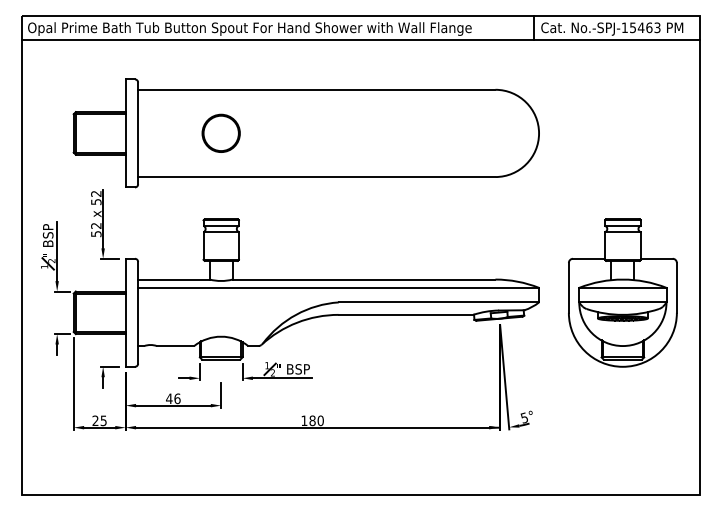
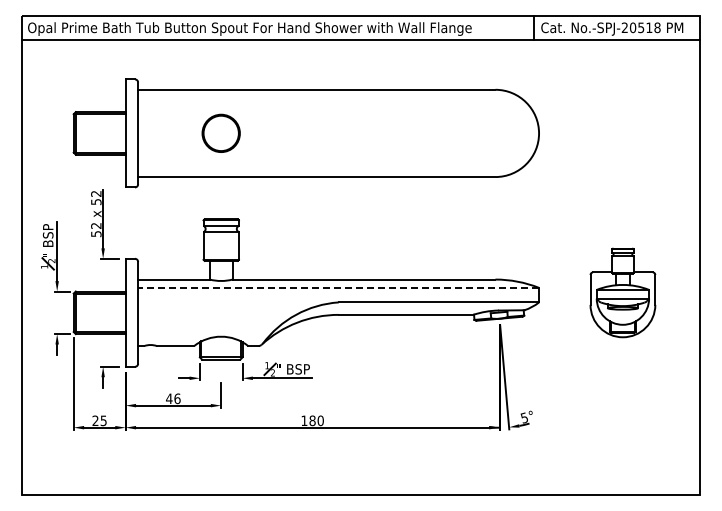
text at (640, 27): No.-SPJ-15463 -> No.-SPJ-20518
line at (338, 287): solid -> dashed
part at (622, 292) size: 110x150 px -> 68x92 px
